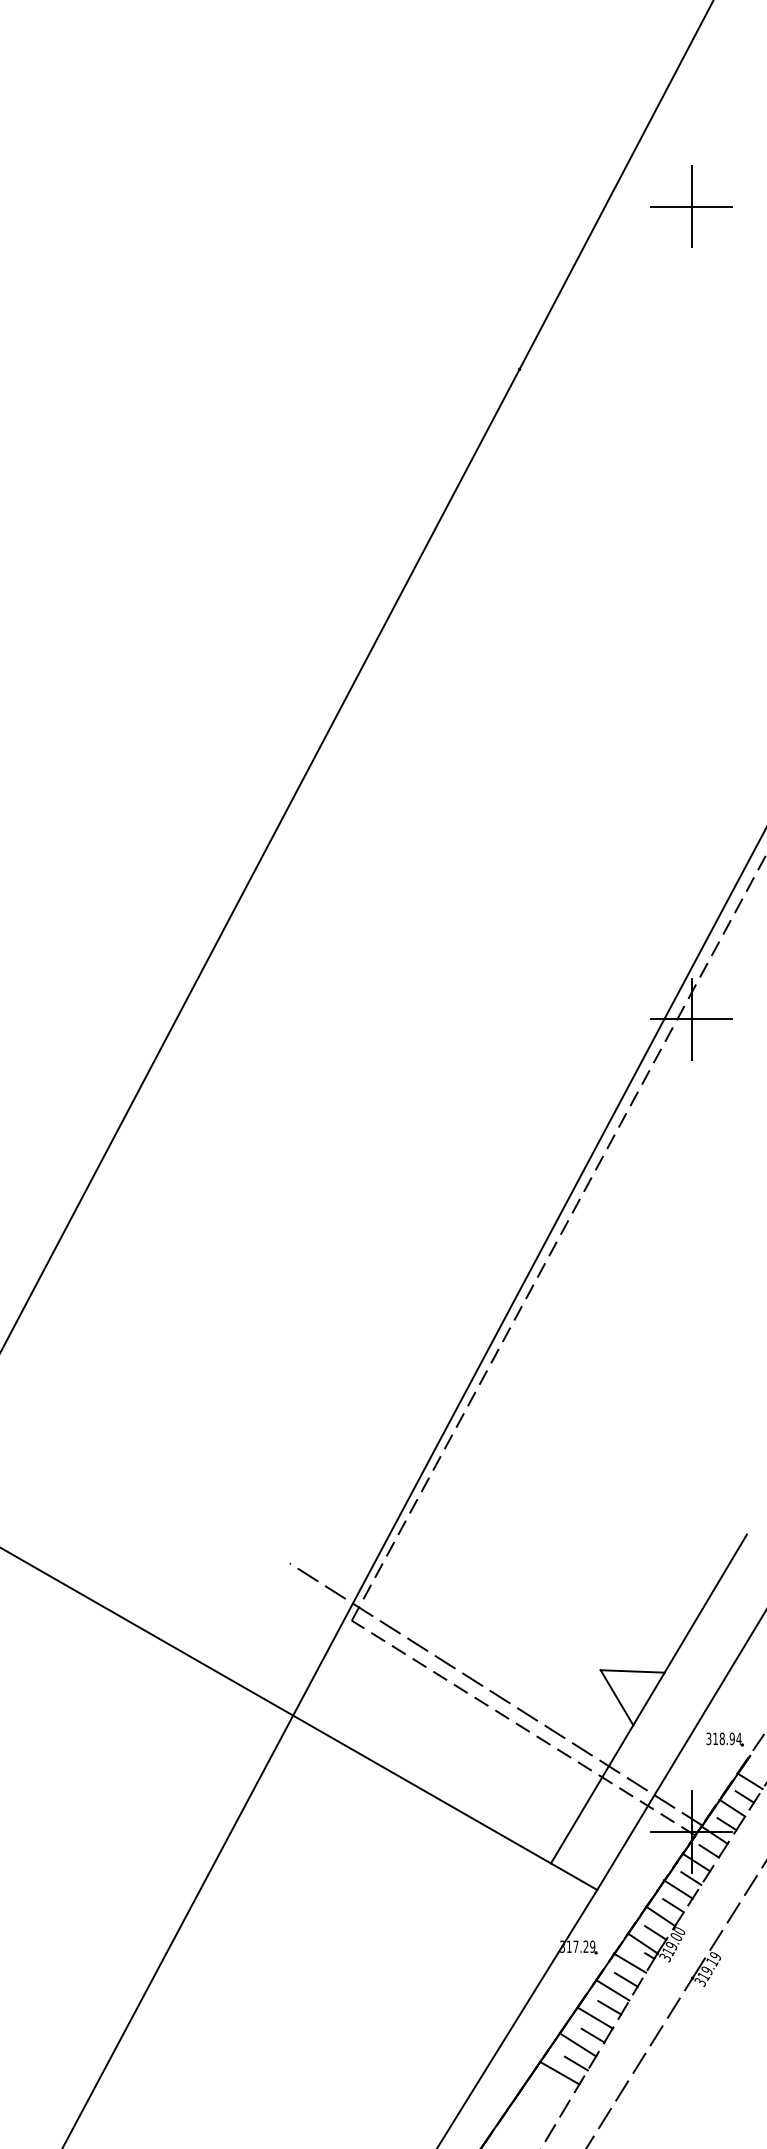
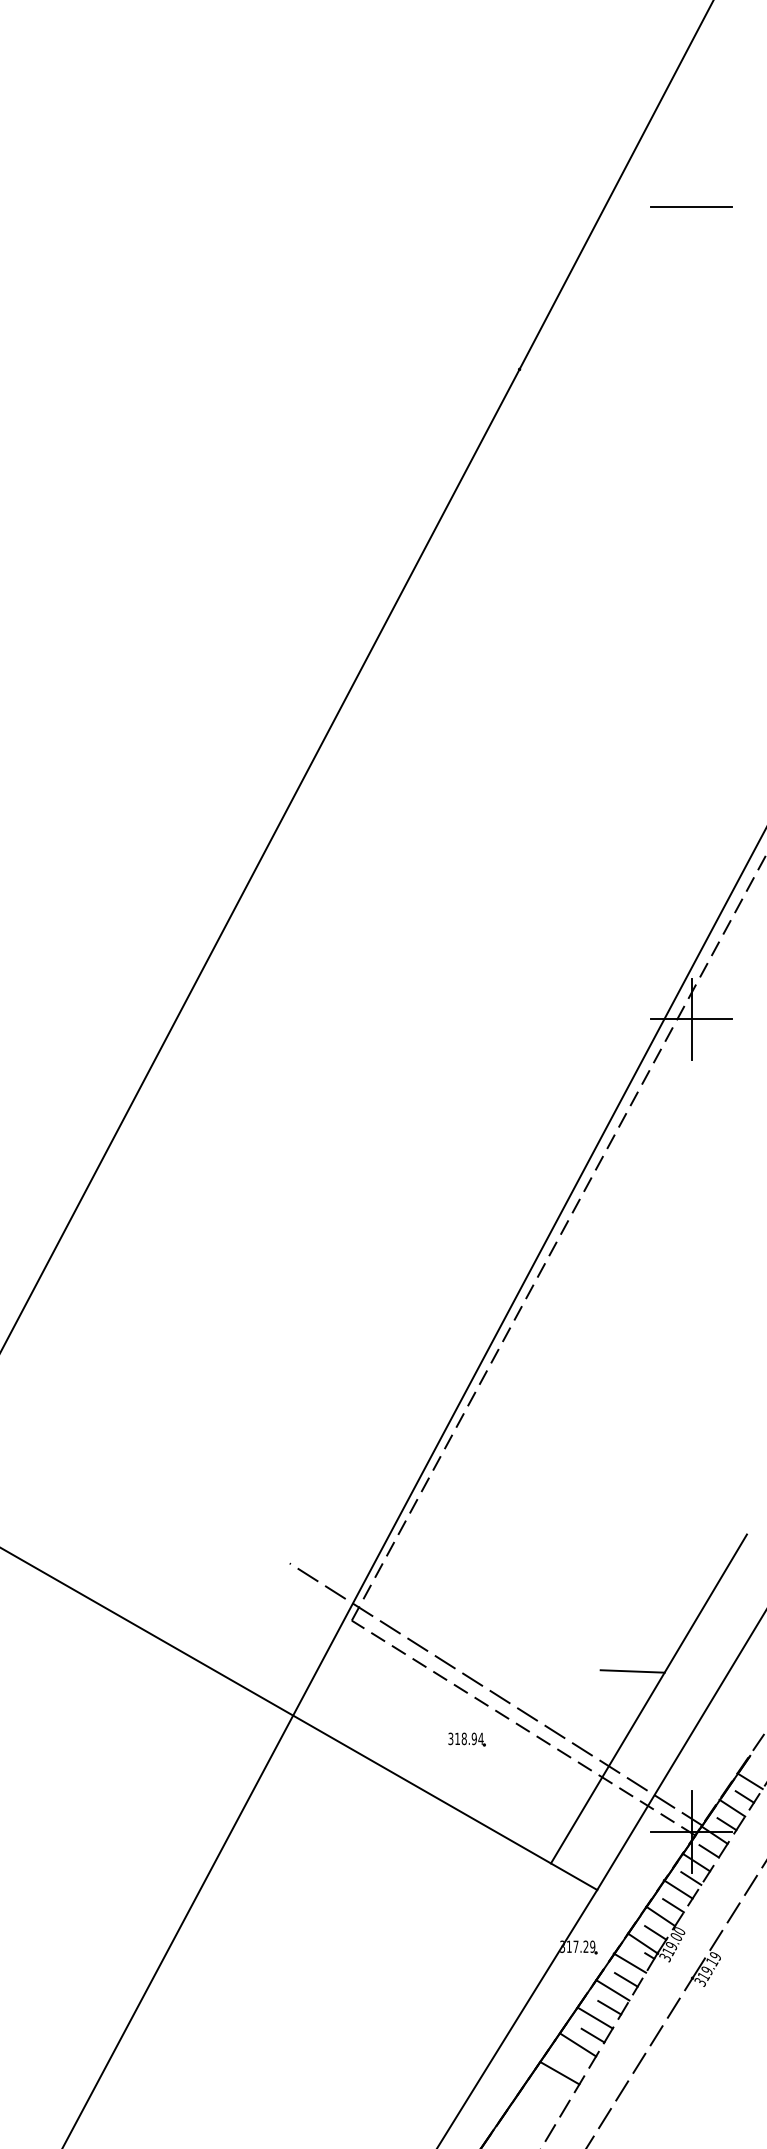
line at (691, 206): present -> none
line at (616, 1697): present -> none
part at (724, 1739) position: (724, 1739) -> (466, 1739)
line at (575, 2063): present -> none
